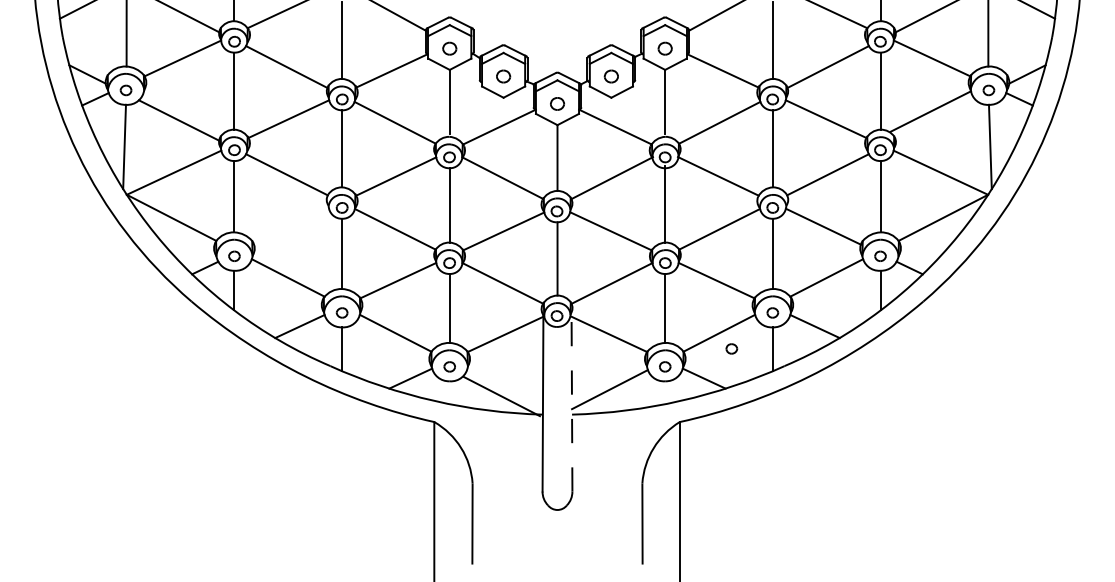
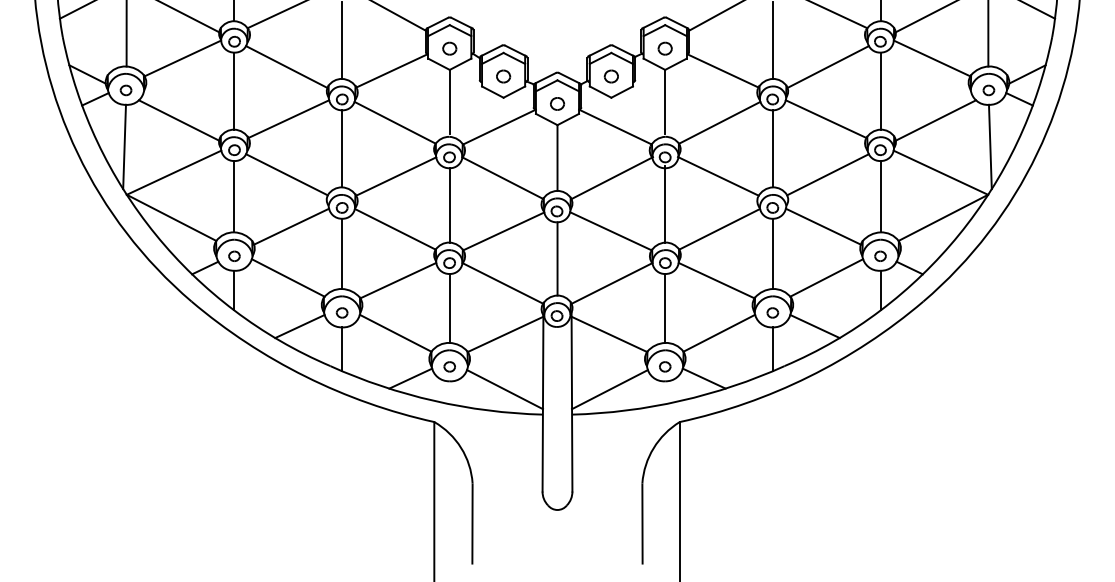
line at (930, 111) position: (930, 111) -> (935, 120)
line at (291, 226): none -> present
part at (731, 348): present -> none
line at (501, 396) position: (501, 396) -> (504, 389)
line at (572, 401): dashed -> solid
